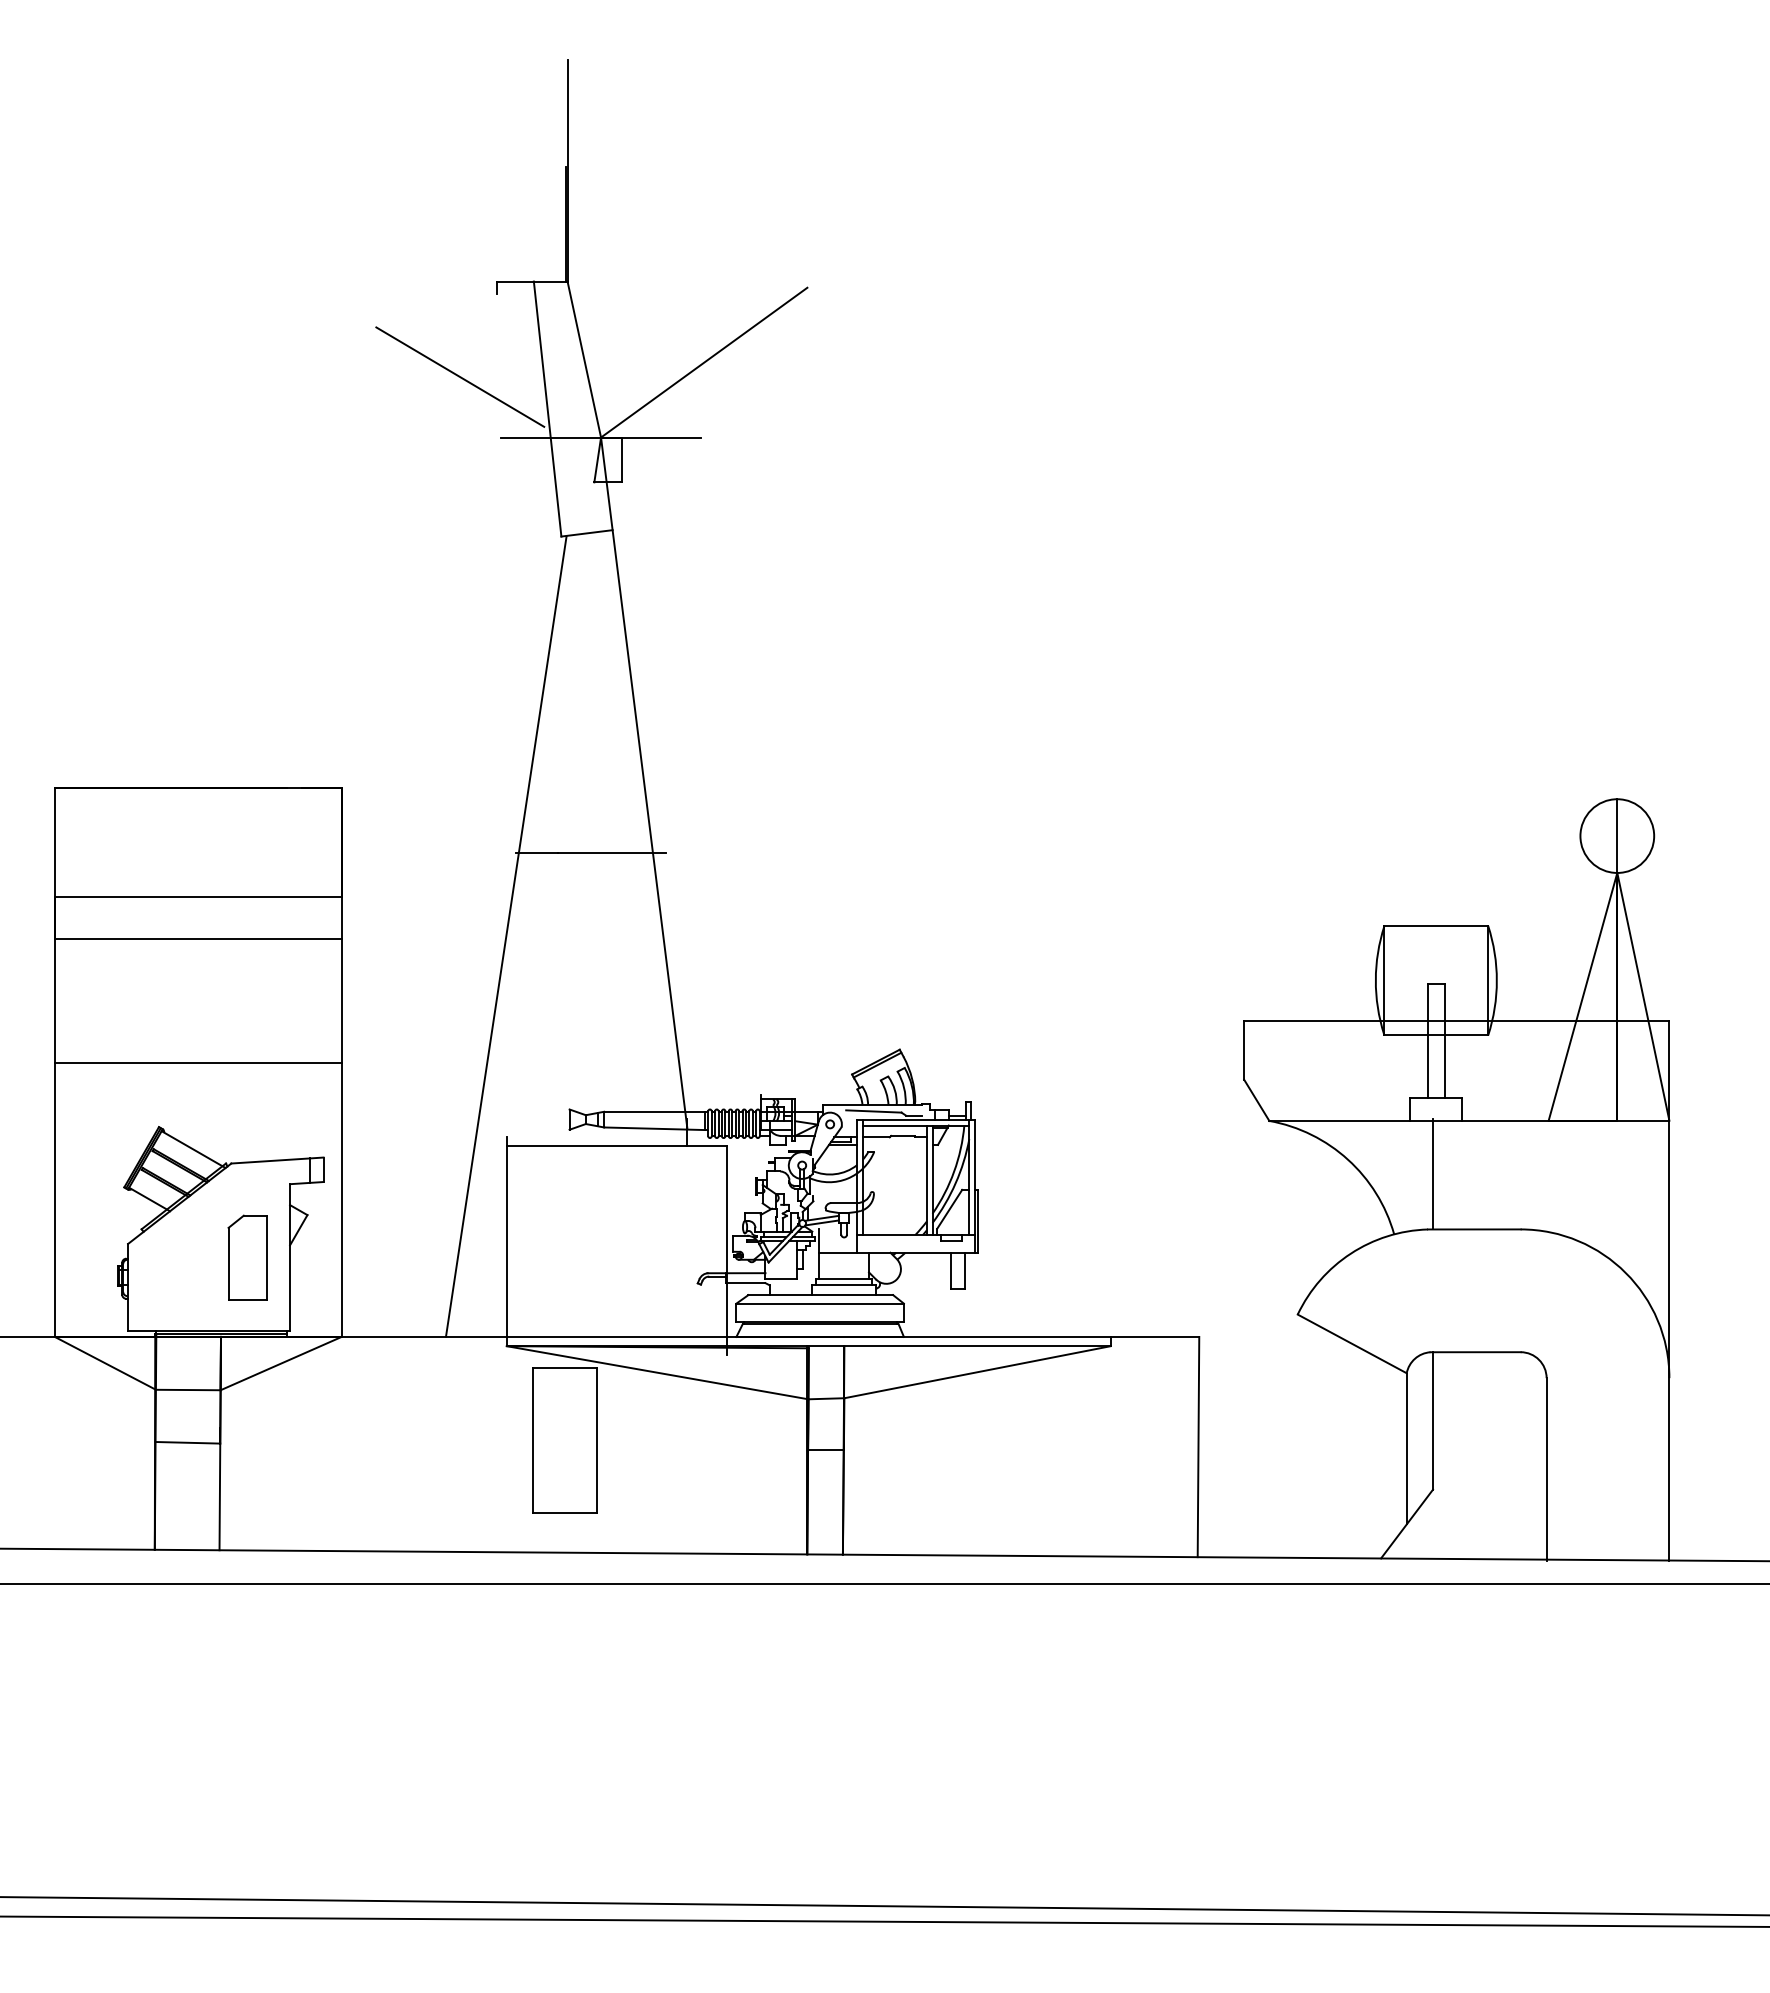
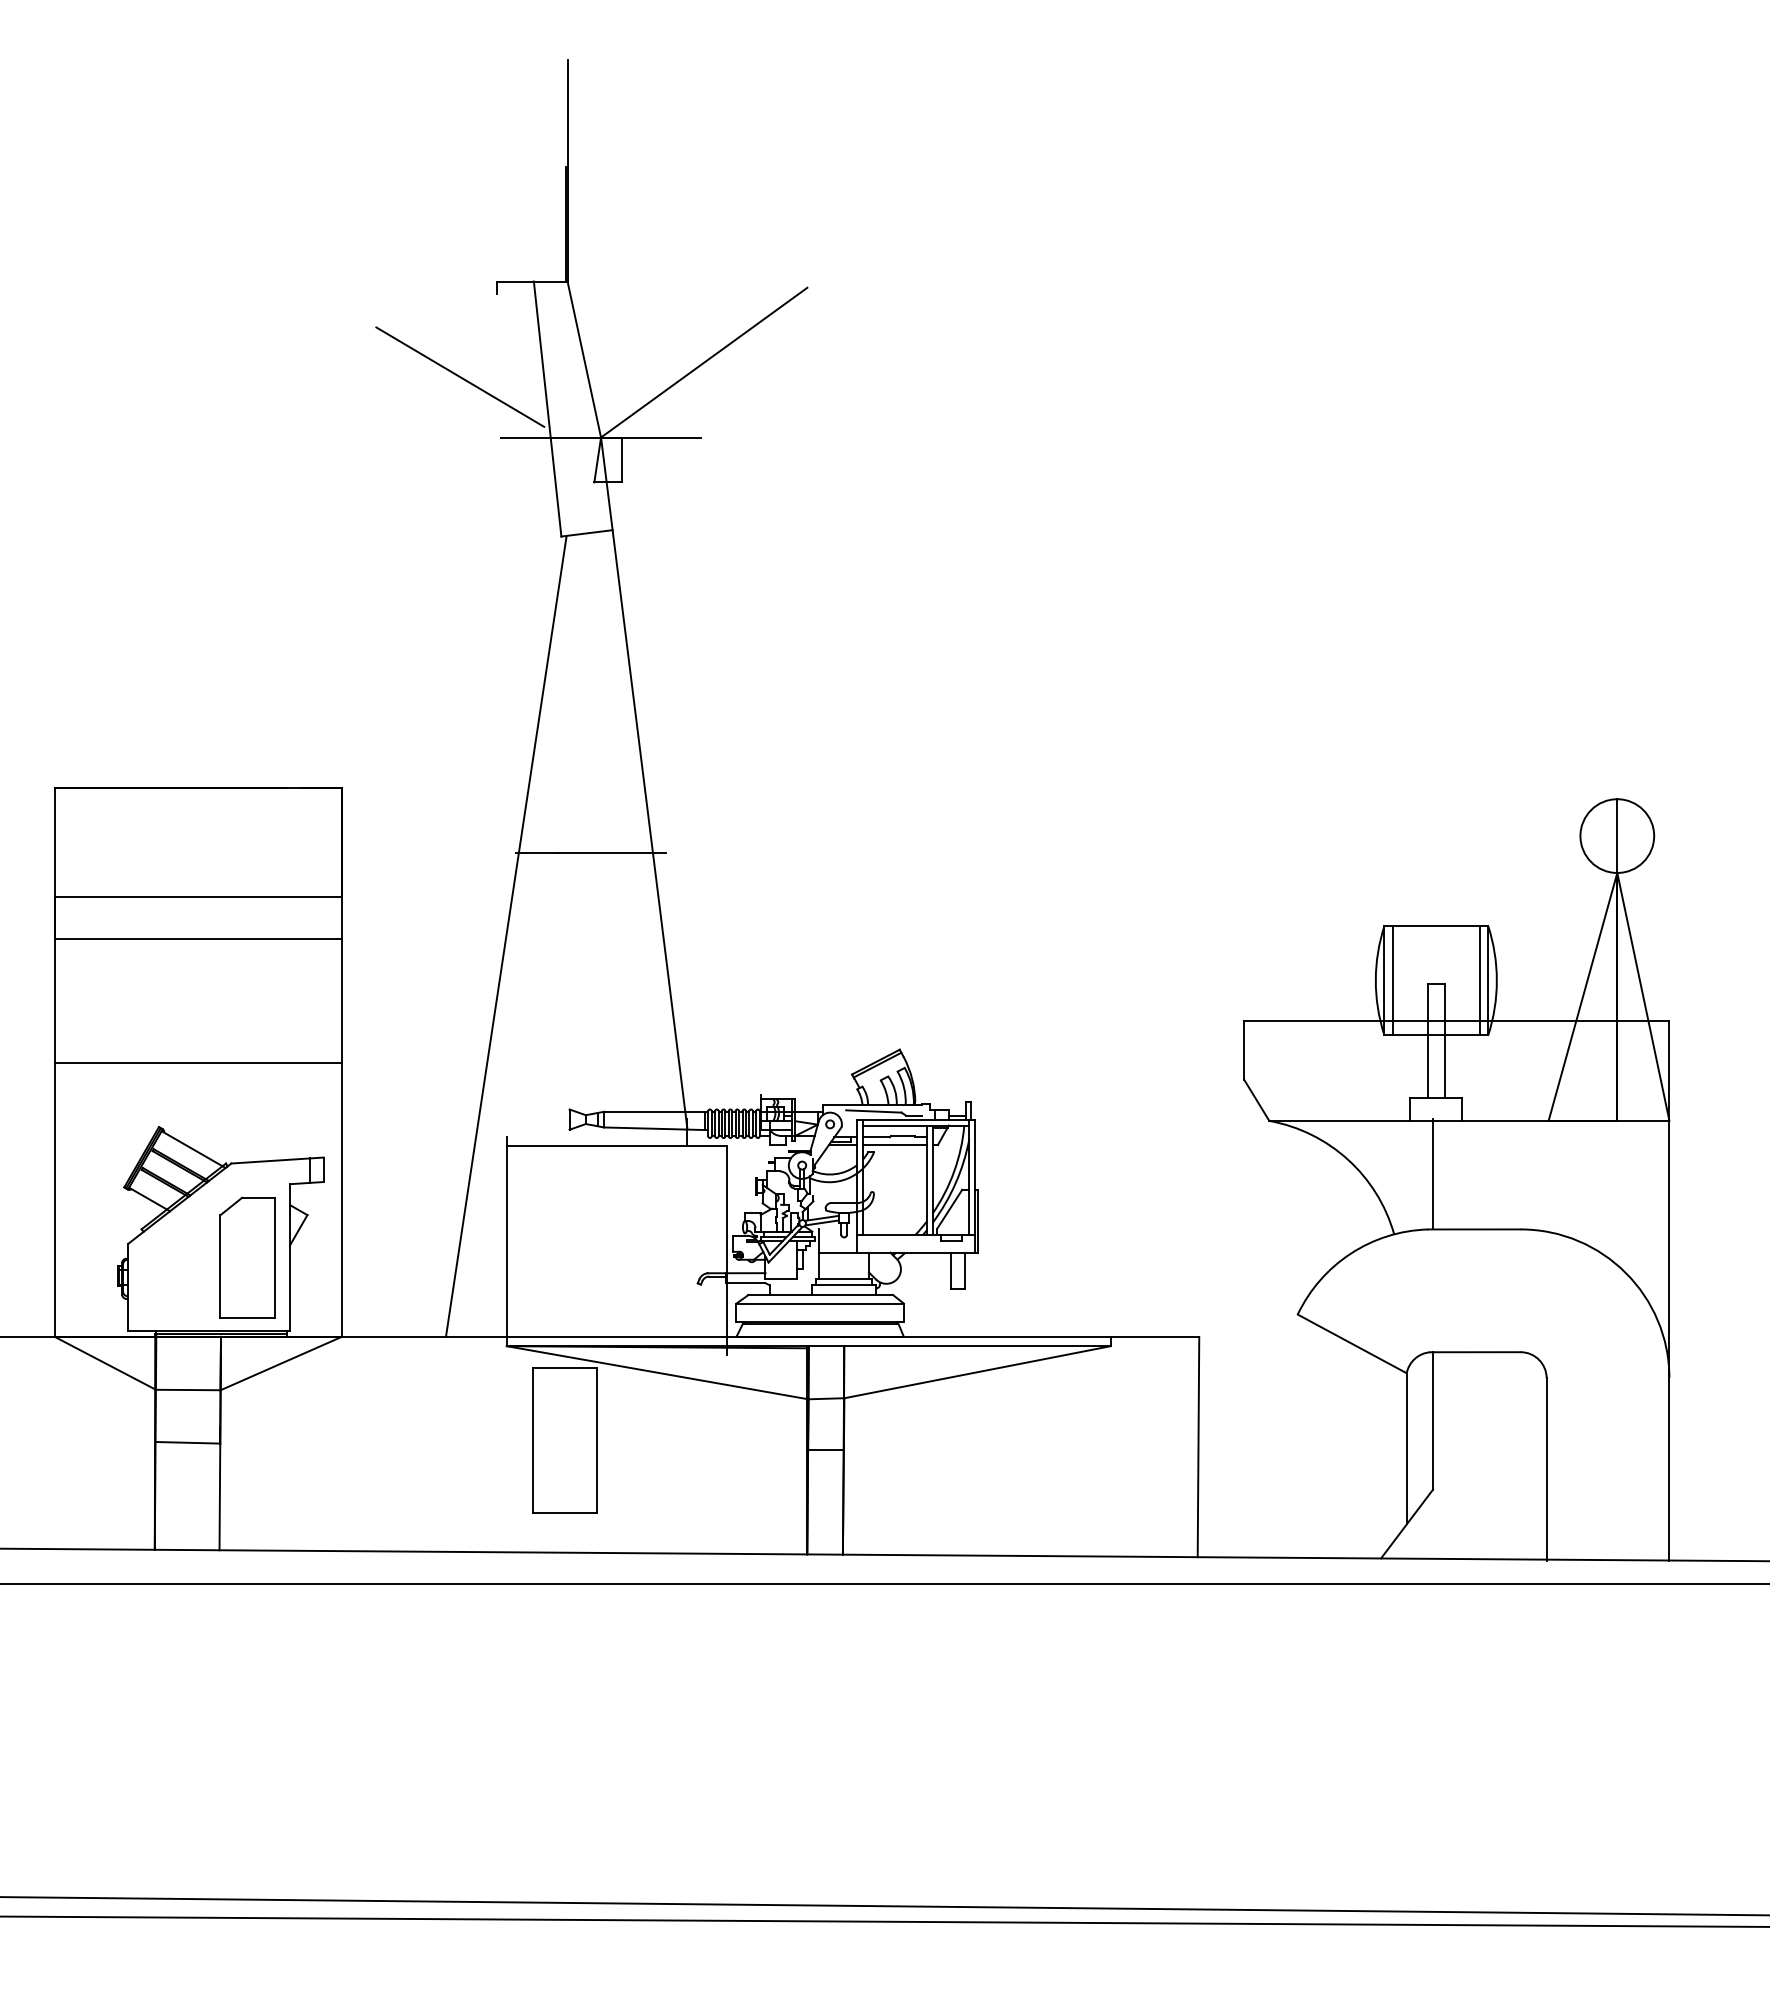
line at (1393, 980): none -> present
line at (1479, 980): none -> present
line at (894, 1144): none -> present
part at (247, 1257) size: 41x87 px -> 57x123 px
